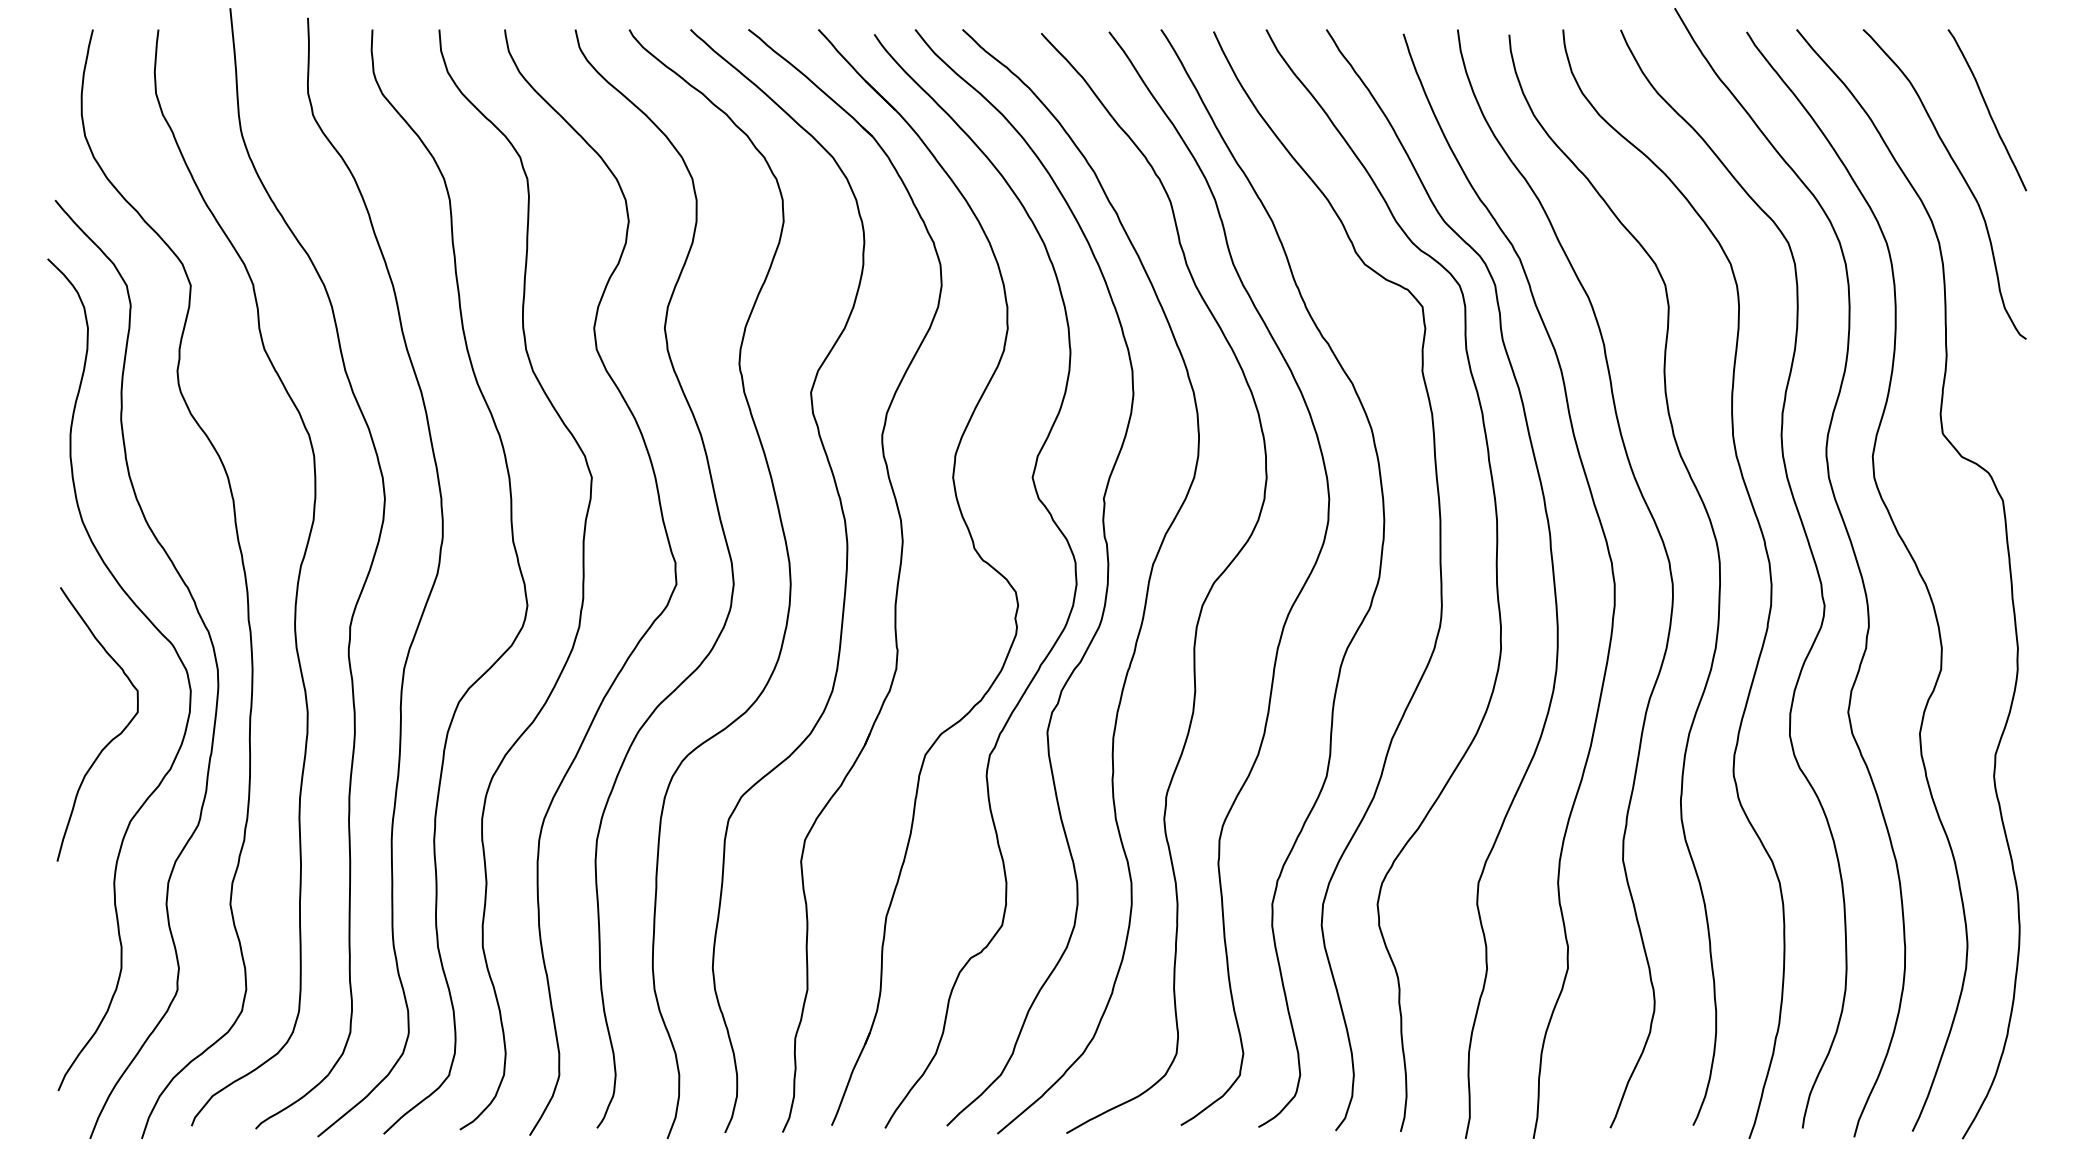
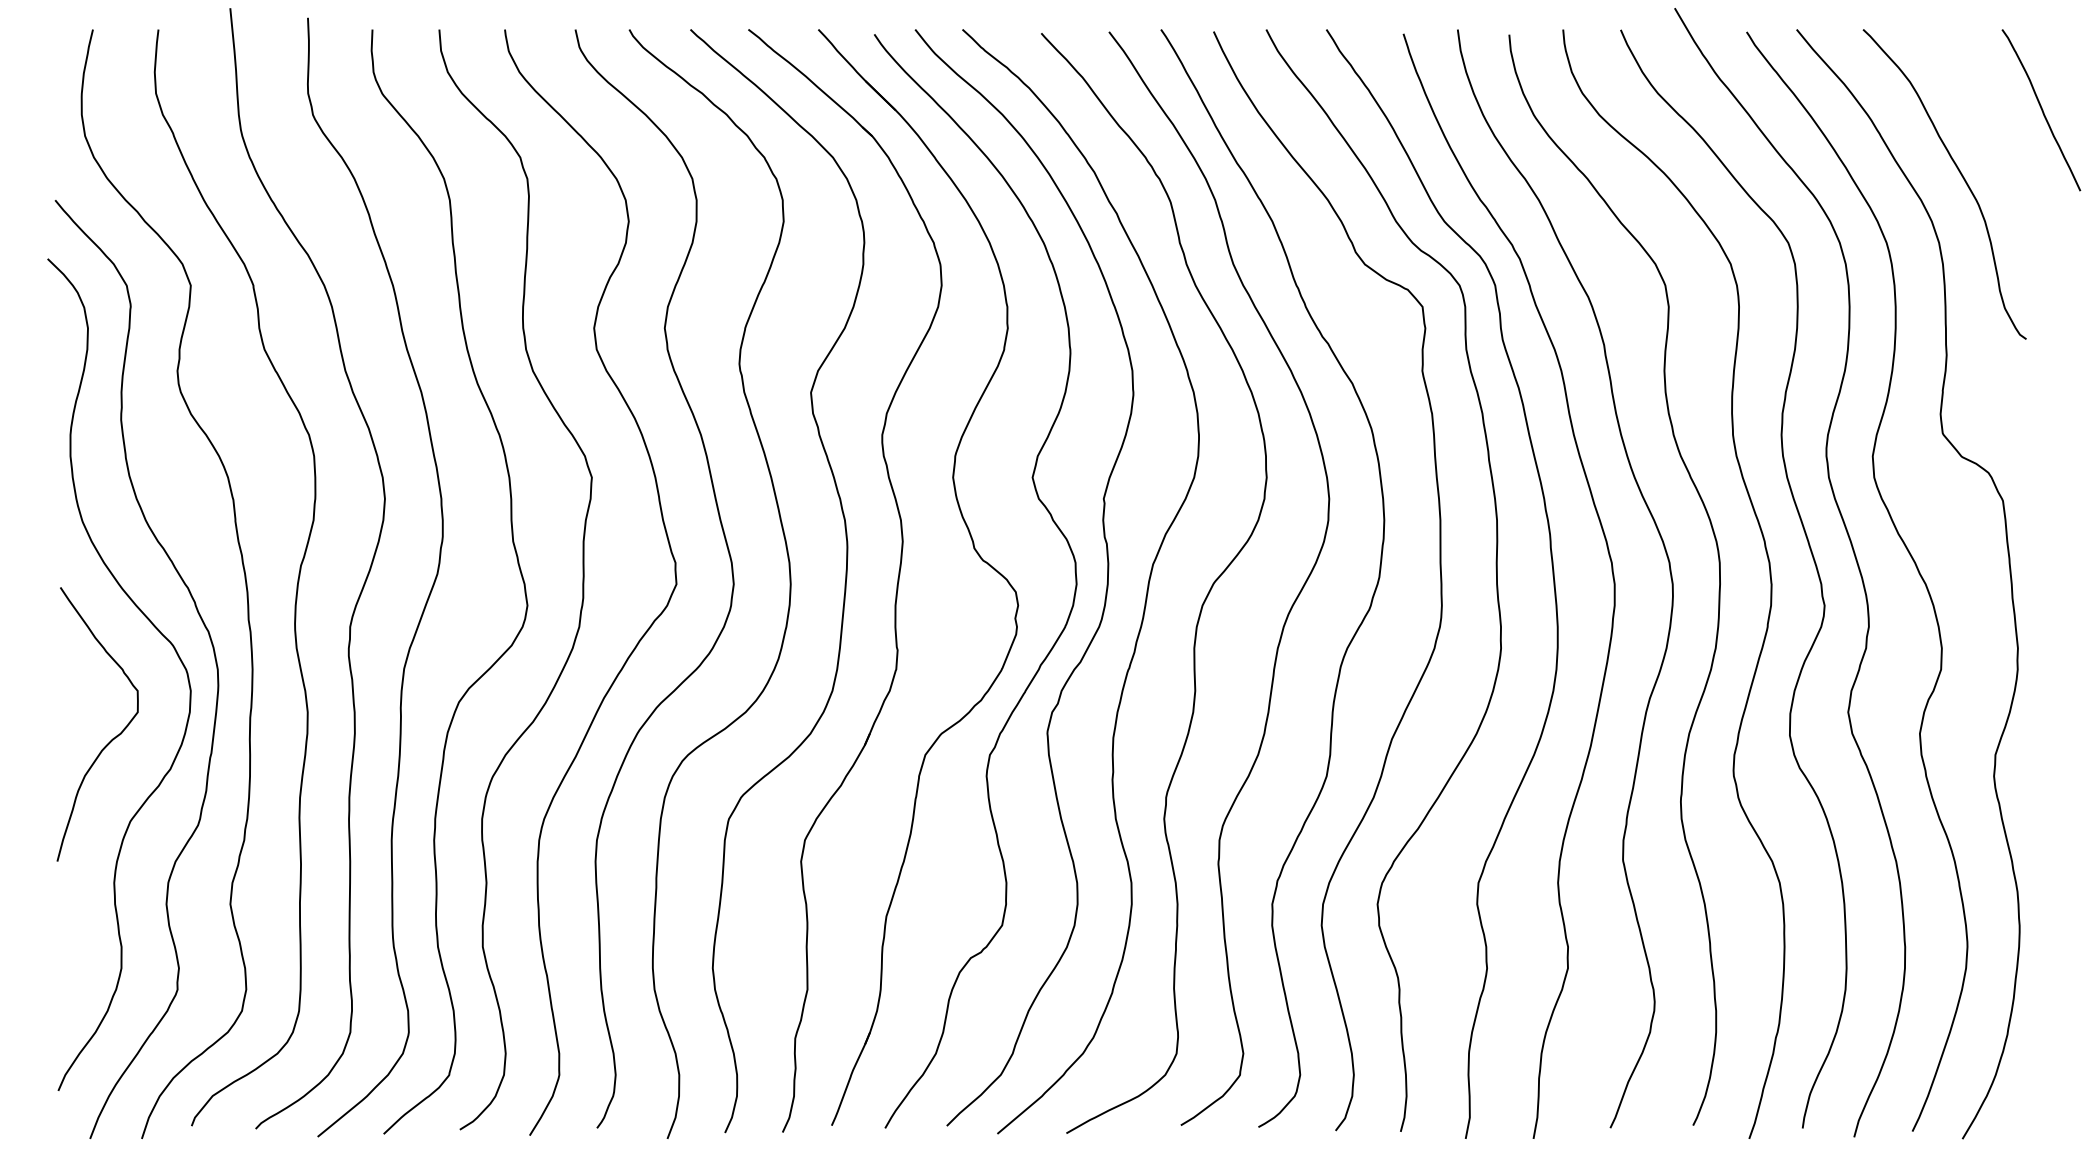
curve at (1987, 110) position: (1987, 110) -> (2041, 110)
